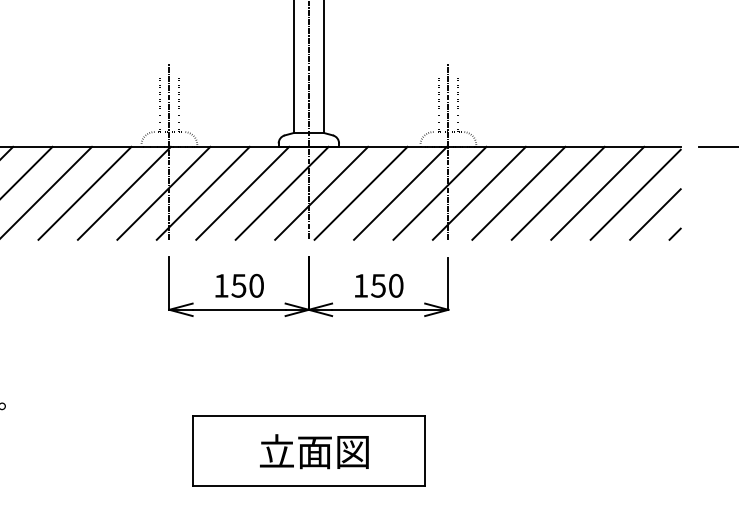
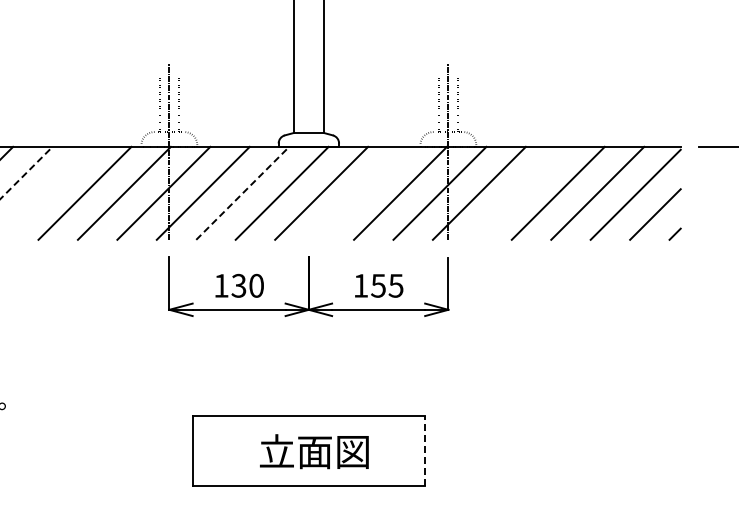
line at (308, 120): present -> none
line at (26, 172): solid -> dashed
line at (47, 191): present -> none
line at (360, 192): present -> none
line at (518, 192): present -> none
line at (242, 193): solid -> dashed
text at (239, 285): 150 -> 130
text at (395, 285): 150 -> 155
line at (425, 451): solid -> dashed
